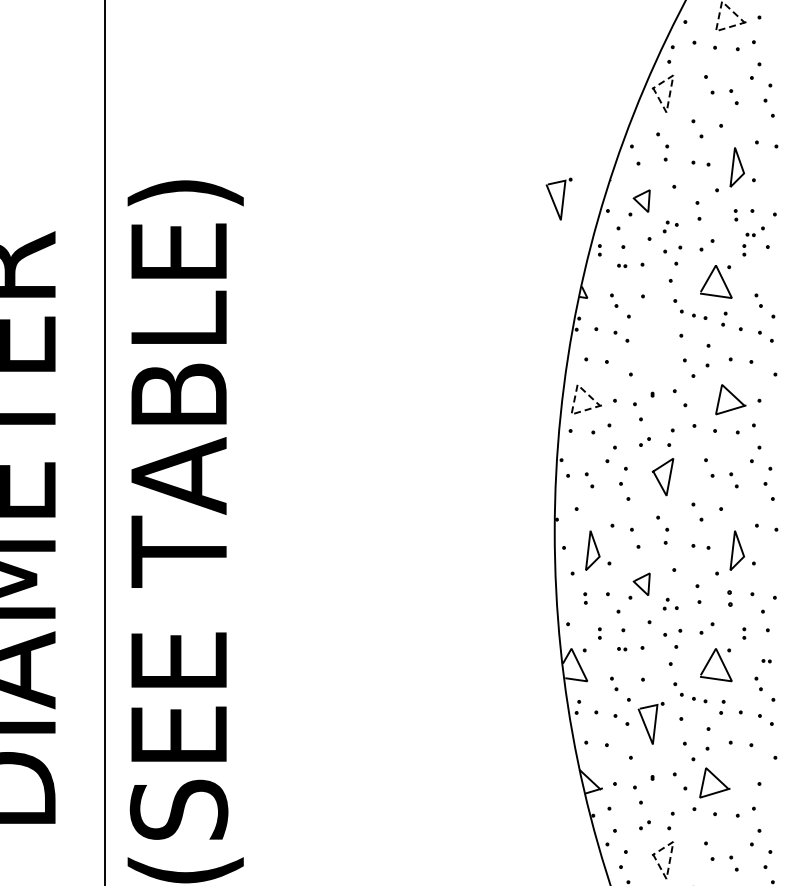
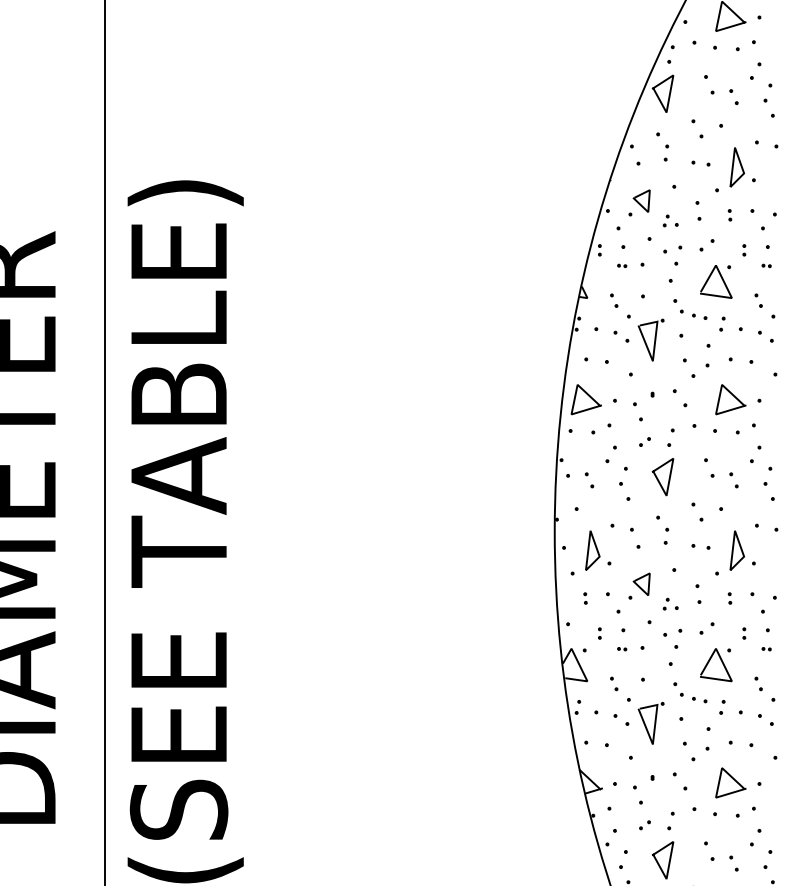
line at (719, 15): dashed -> solid
line at (669, 94): dashed -> solid
part at (558, 198) position: (558, 198) -> (650, 339)
part at (735, 215) position: (735, 215) -> (729, 215)
part at (665, 226) position: (665, 226) -> (665, 220)
part at (750, 234) position: (750, 234) -> (766, 265)
part at (724, 318) position: (724, 318) -> (722, 323)
line at (574, 399): dashed -> solid
part at (729, 598) size: 6x17 px -> 6x13 px
part at (766, 661) position: (766, 661) -> (766, 649)
line at (716, 779) position: (716, 779) -> (732, 779)
line at (669, 861): dashed -> solid
